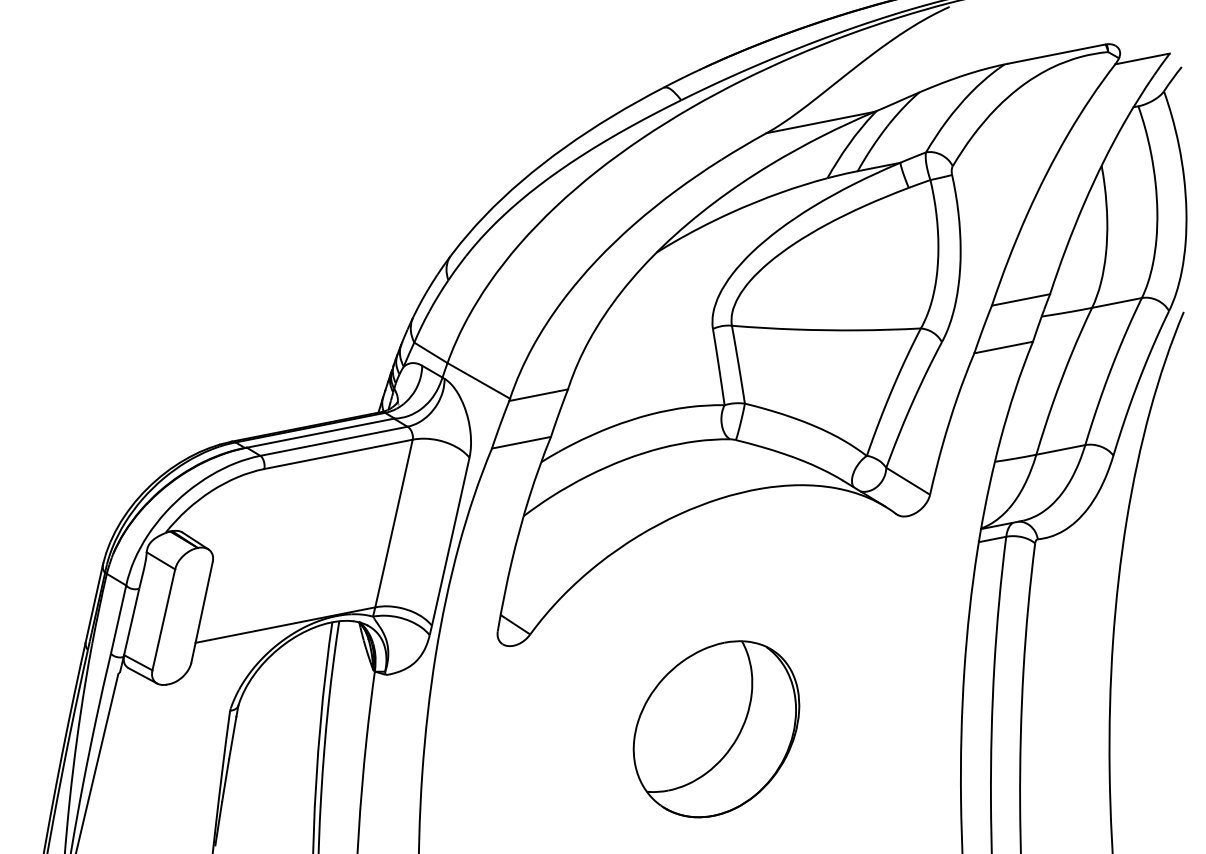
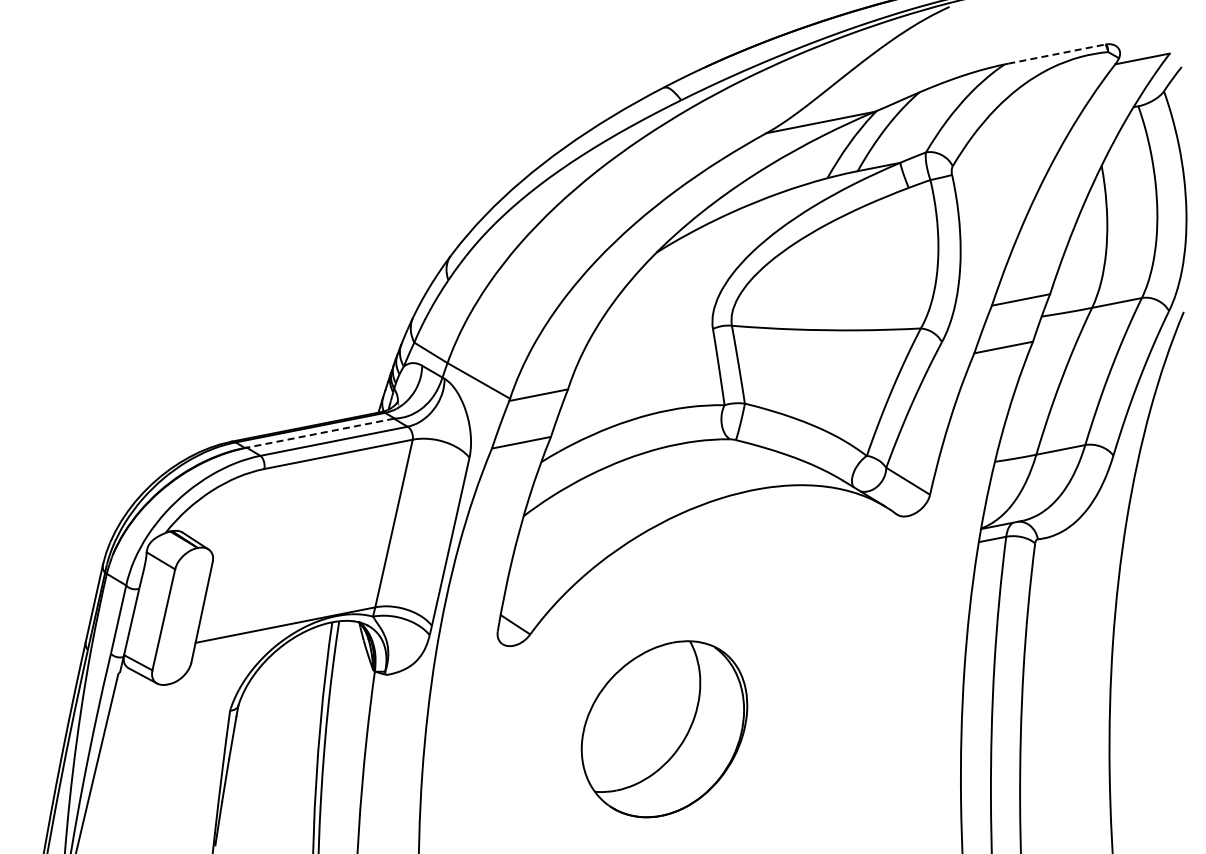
line at (1057, 54): solid -> dashed
line at (320, 433): solid -> dashed
part at (716, 729) position: (716, 729) -> (664, 729)
